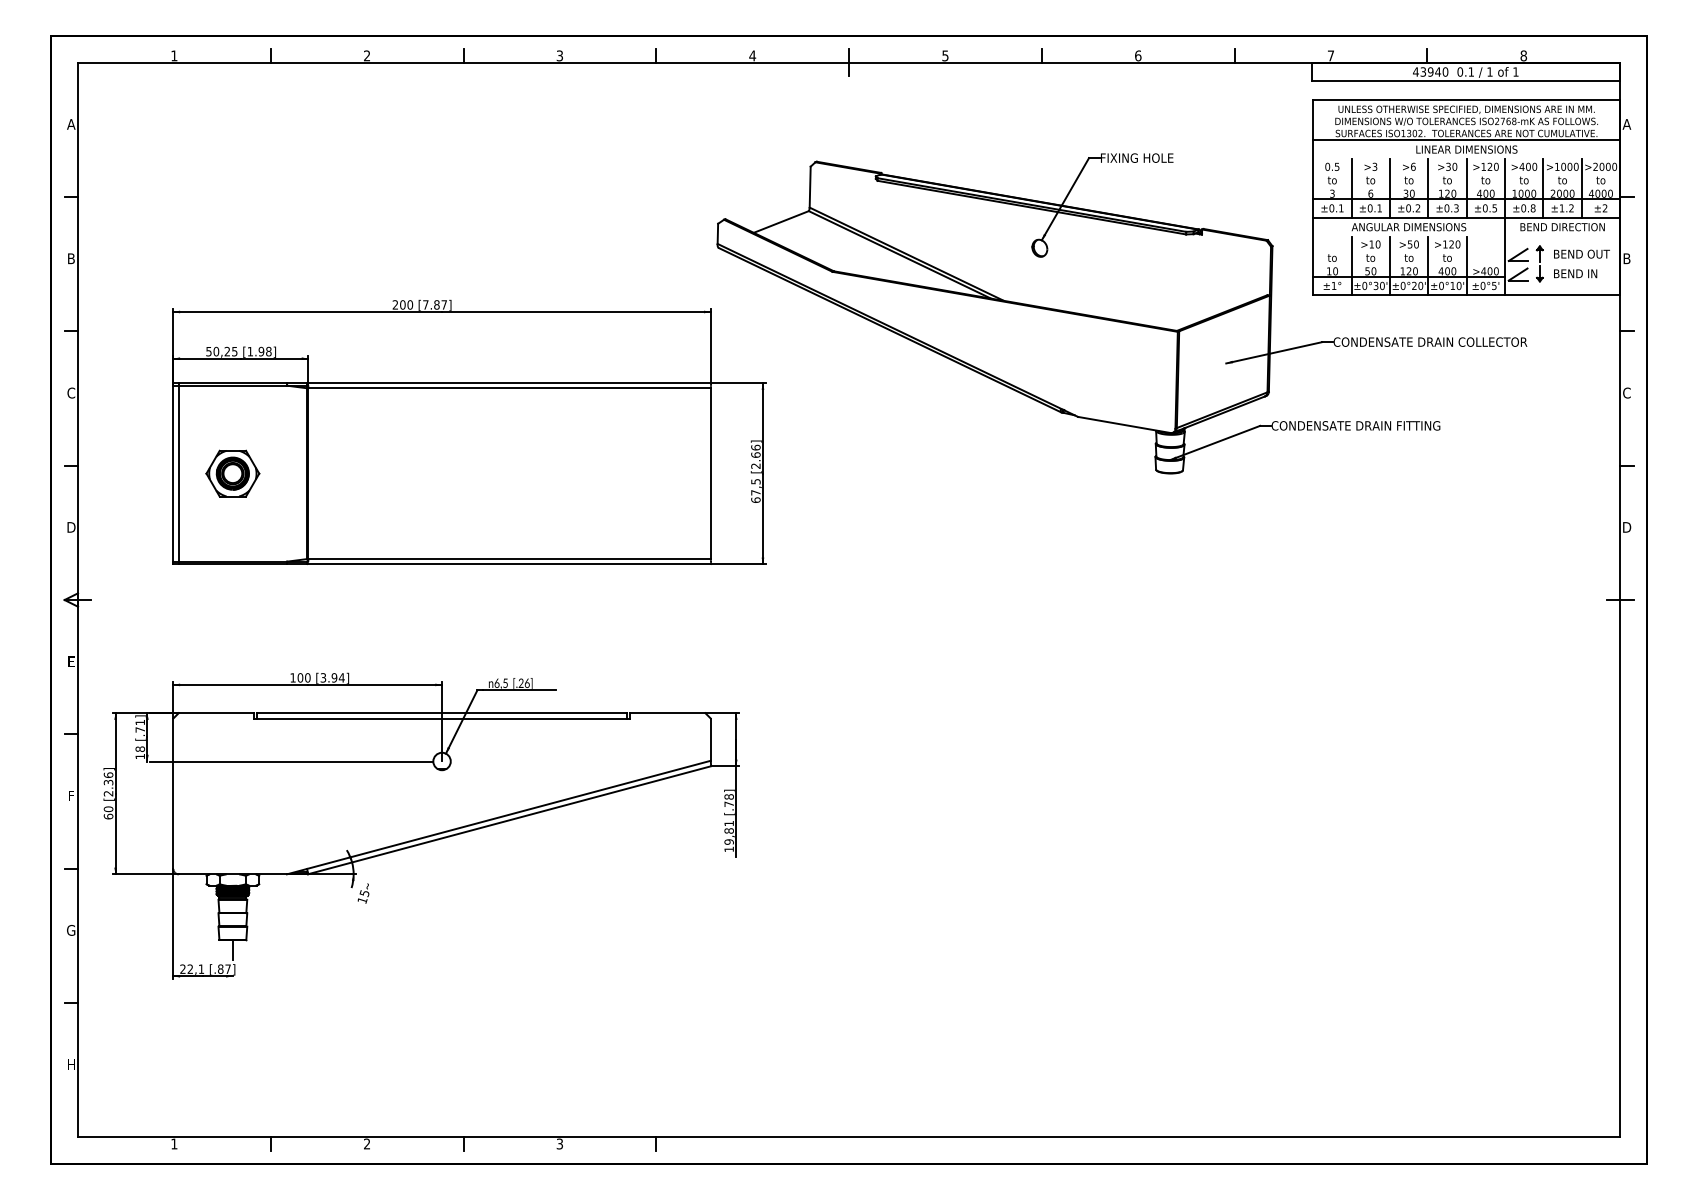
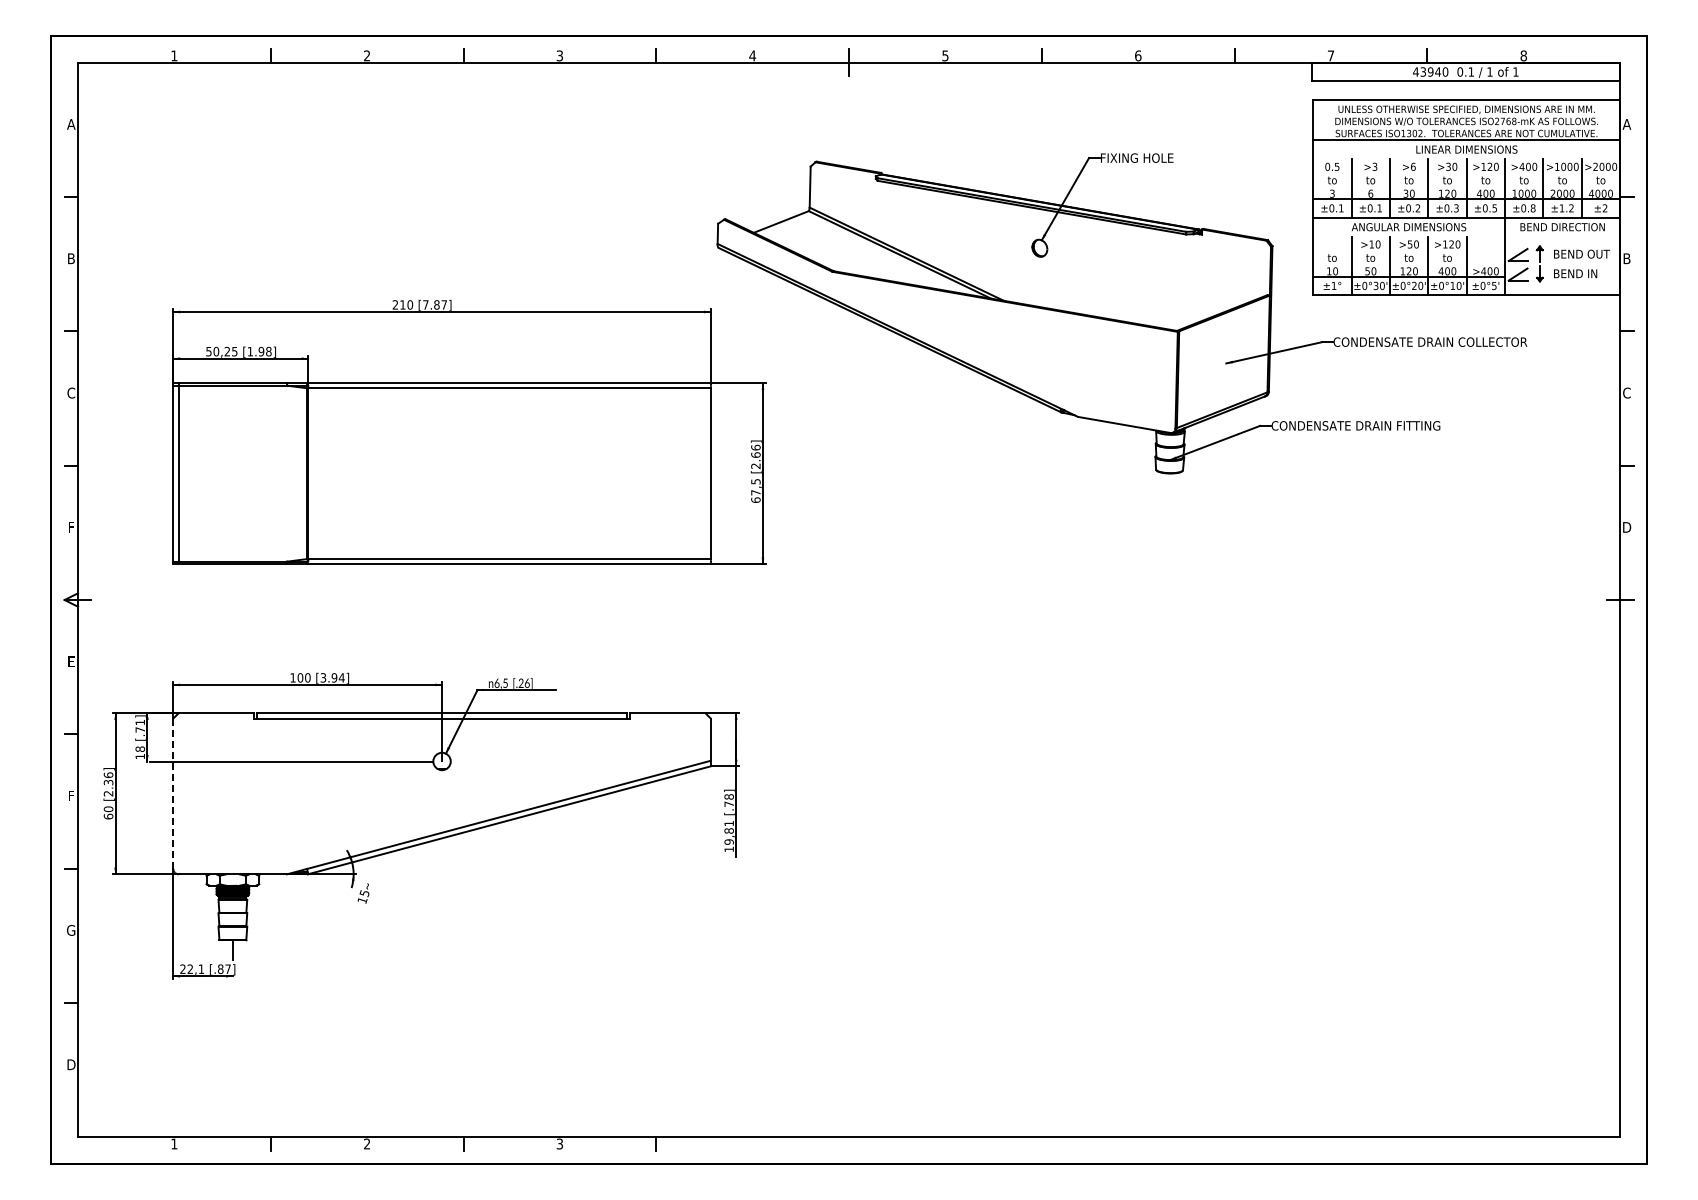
text at (402, 304): 200 -> 210
part at (232, 473): present -> none
text at (71, 527): D -> F
line at (173, 793): solid -> dashed
text at (71, 1064): H -> D
